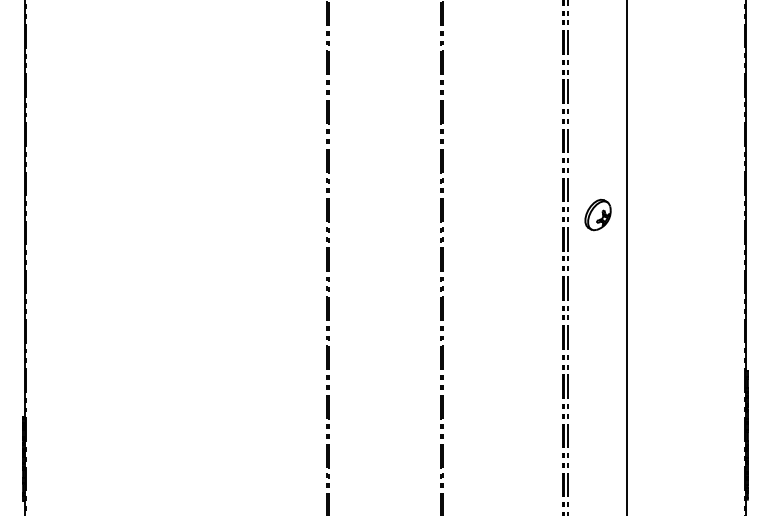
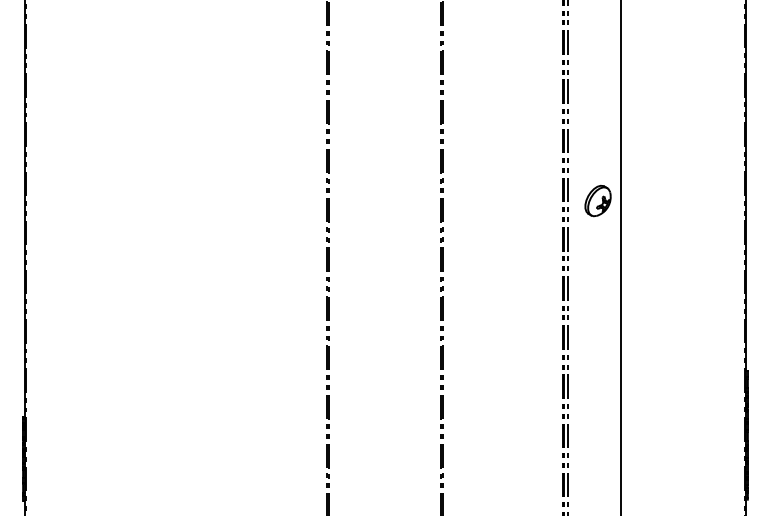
part at (597, 214) position: (597, 214) -> (597, 200)
line at (627, 257) position: (627, 257) -> (621, 257)
